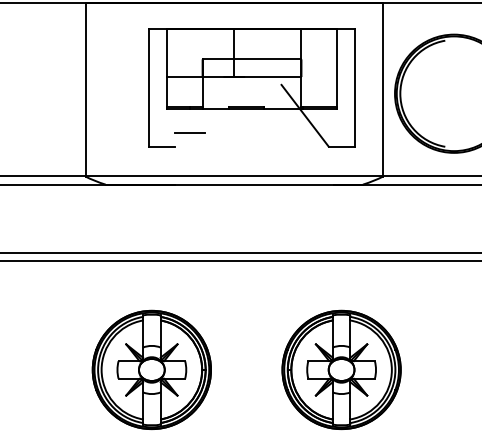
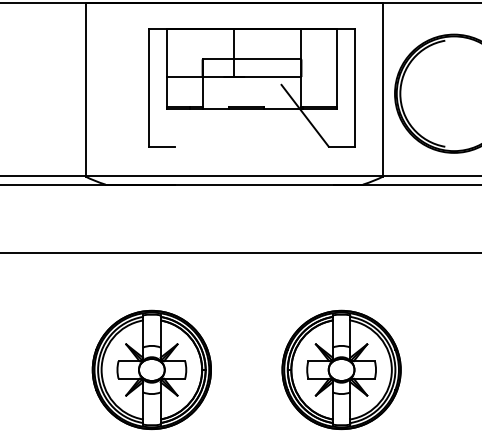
line at (189, 133): present -> none
line at (240, 261): present -> none
